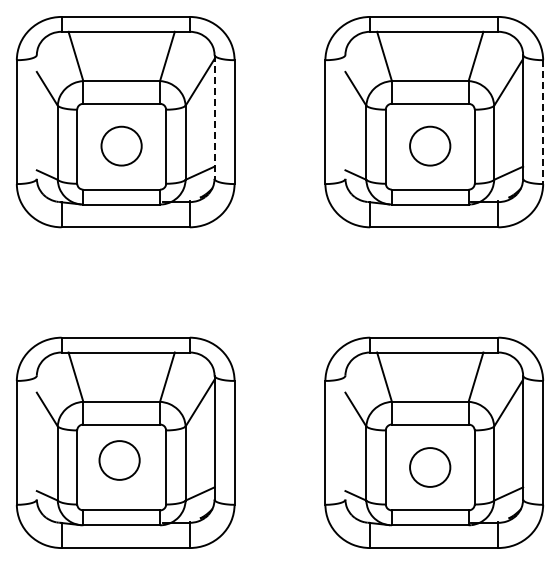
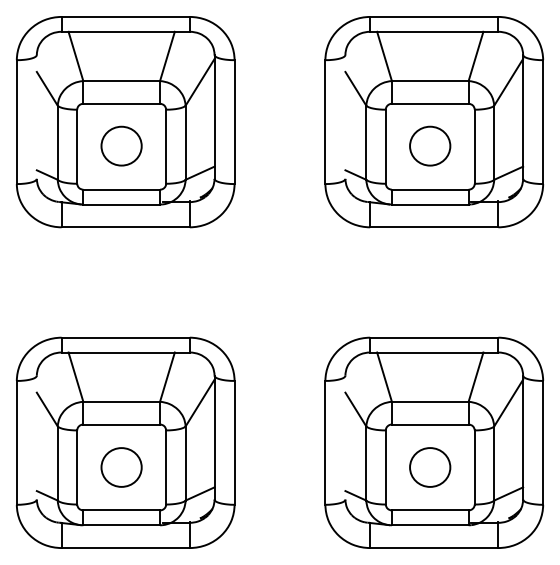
line at (214, 116): dashed -> solid
line at (543, 122): dashed -> solid
part at (119, 460) position: (119, 460) -> (121, 467)
